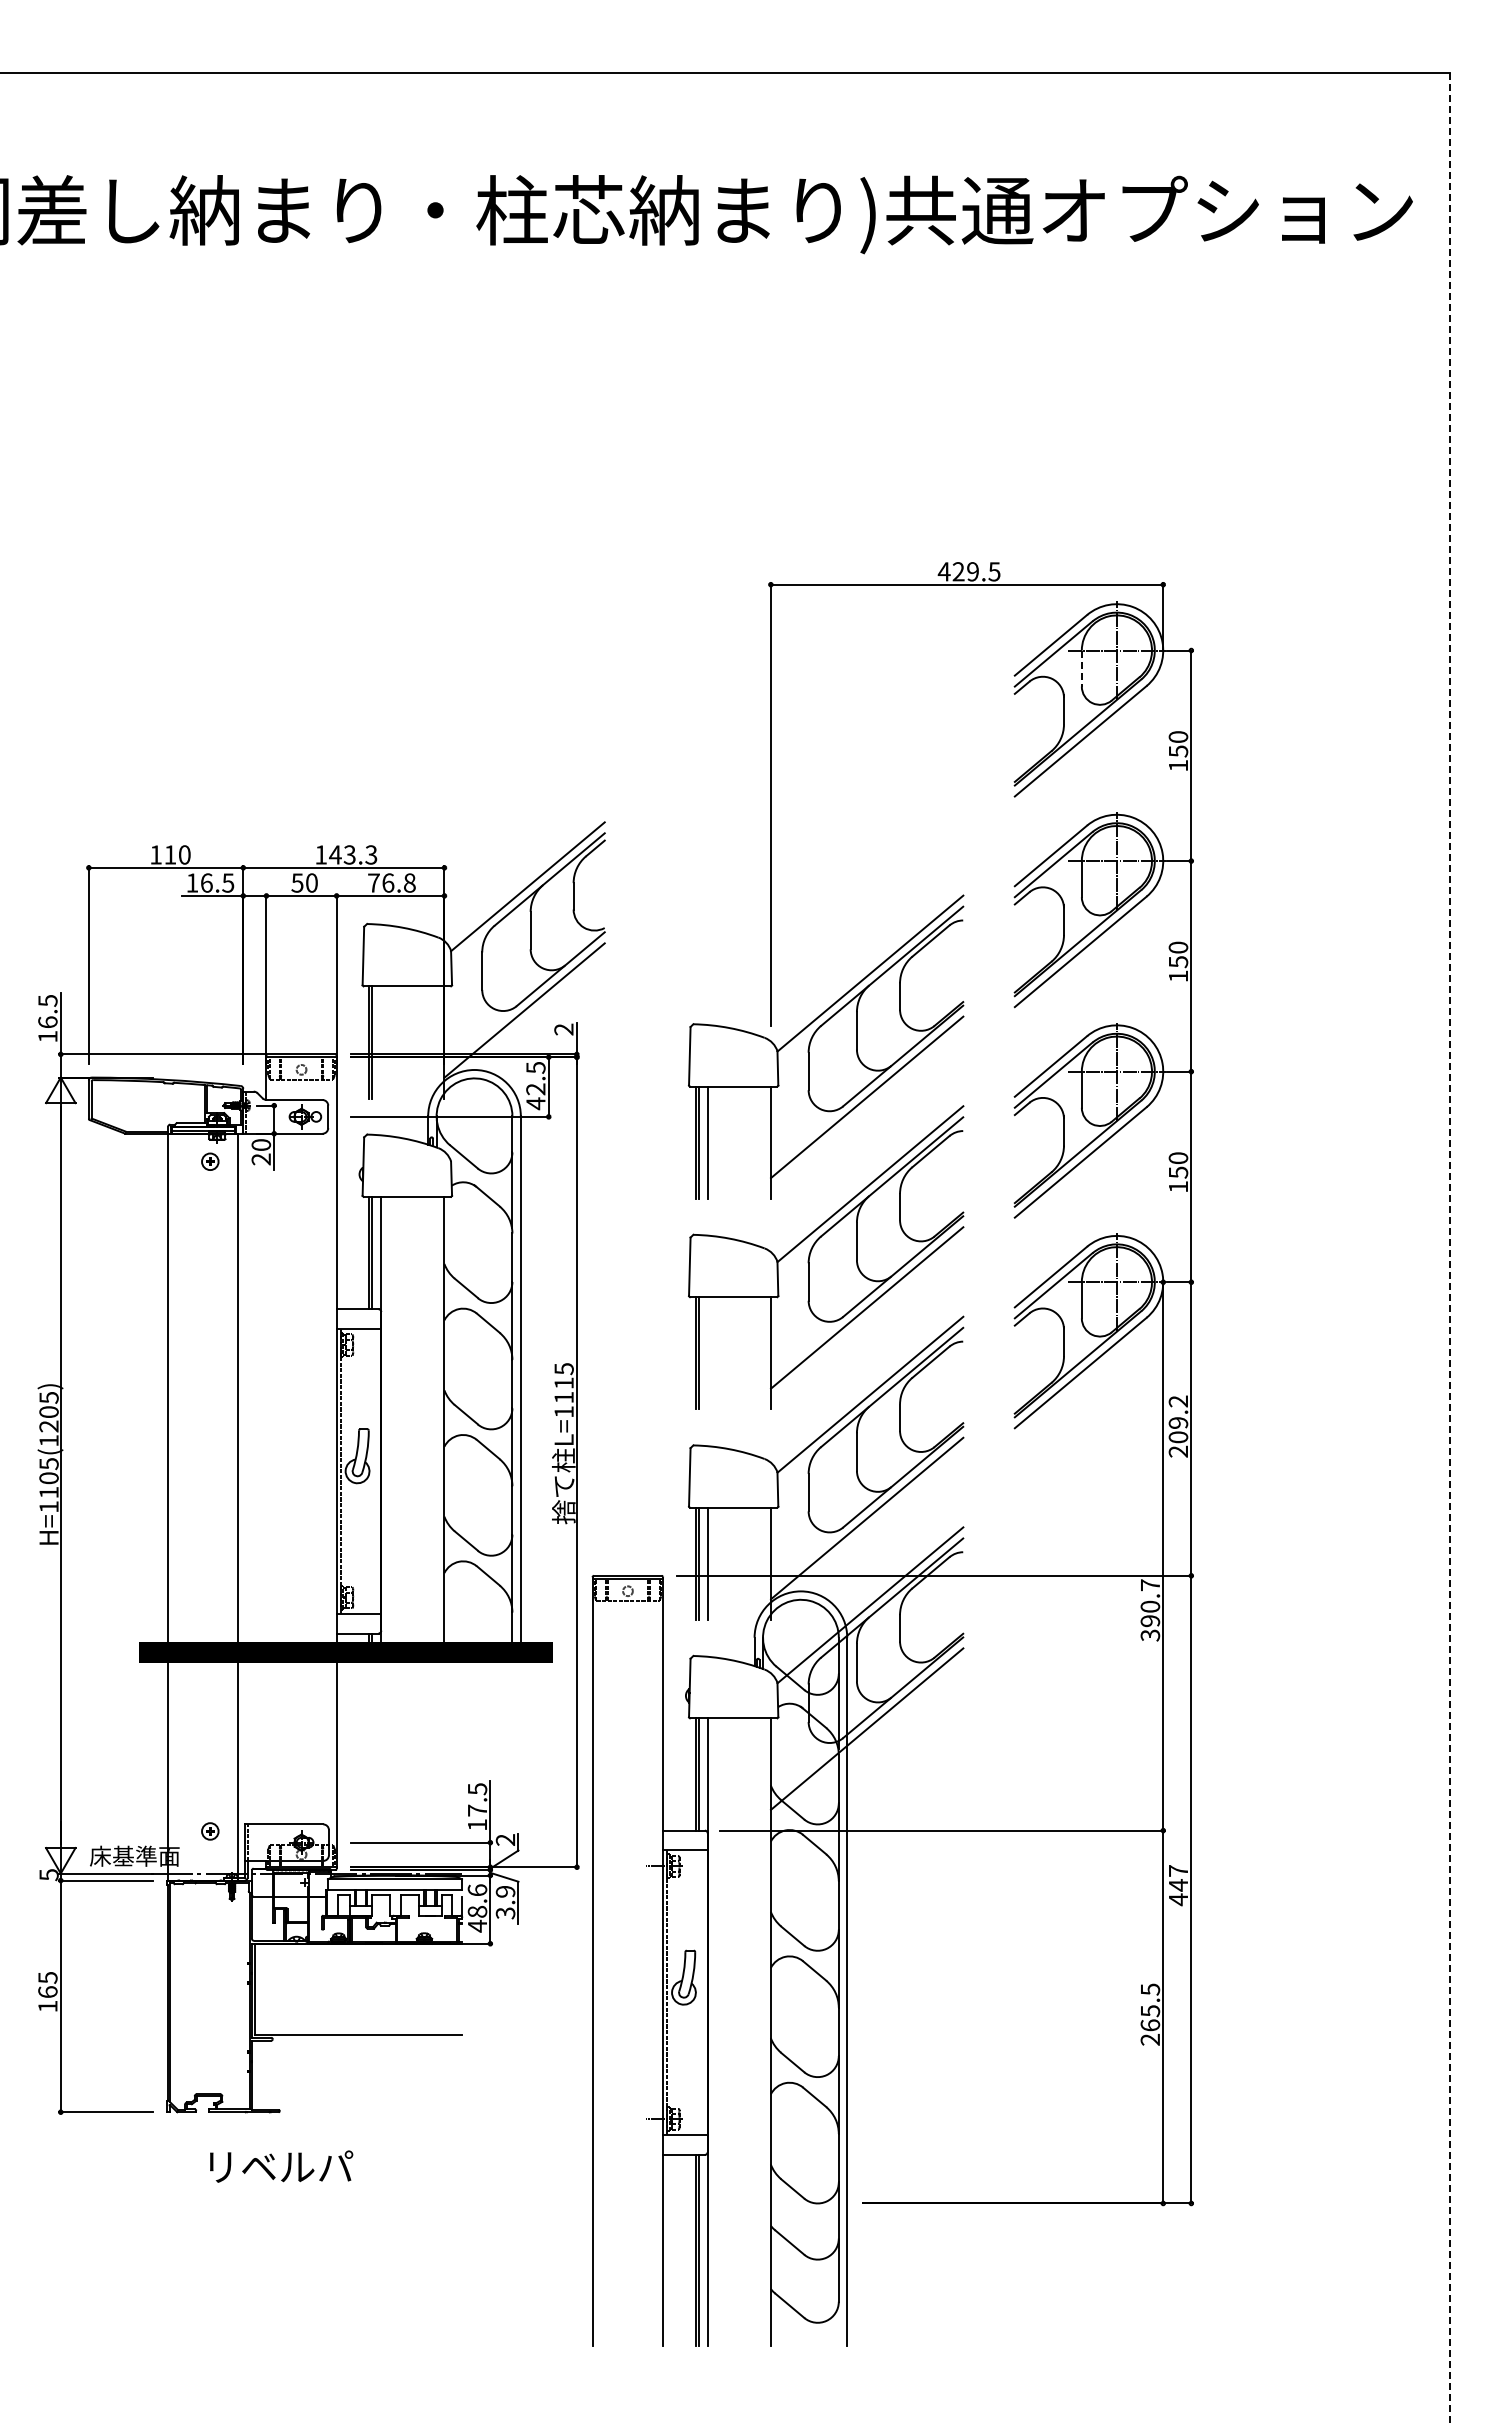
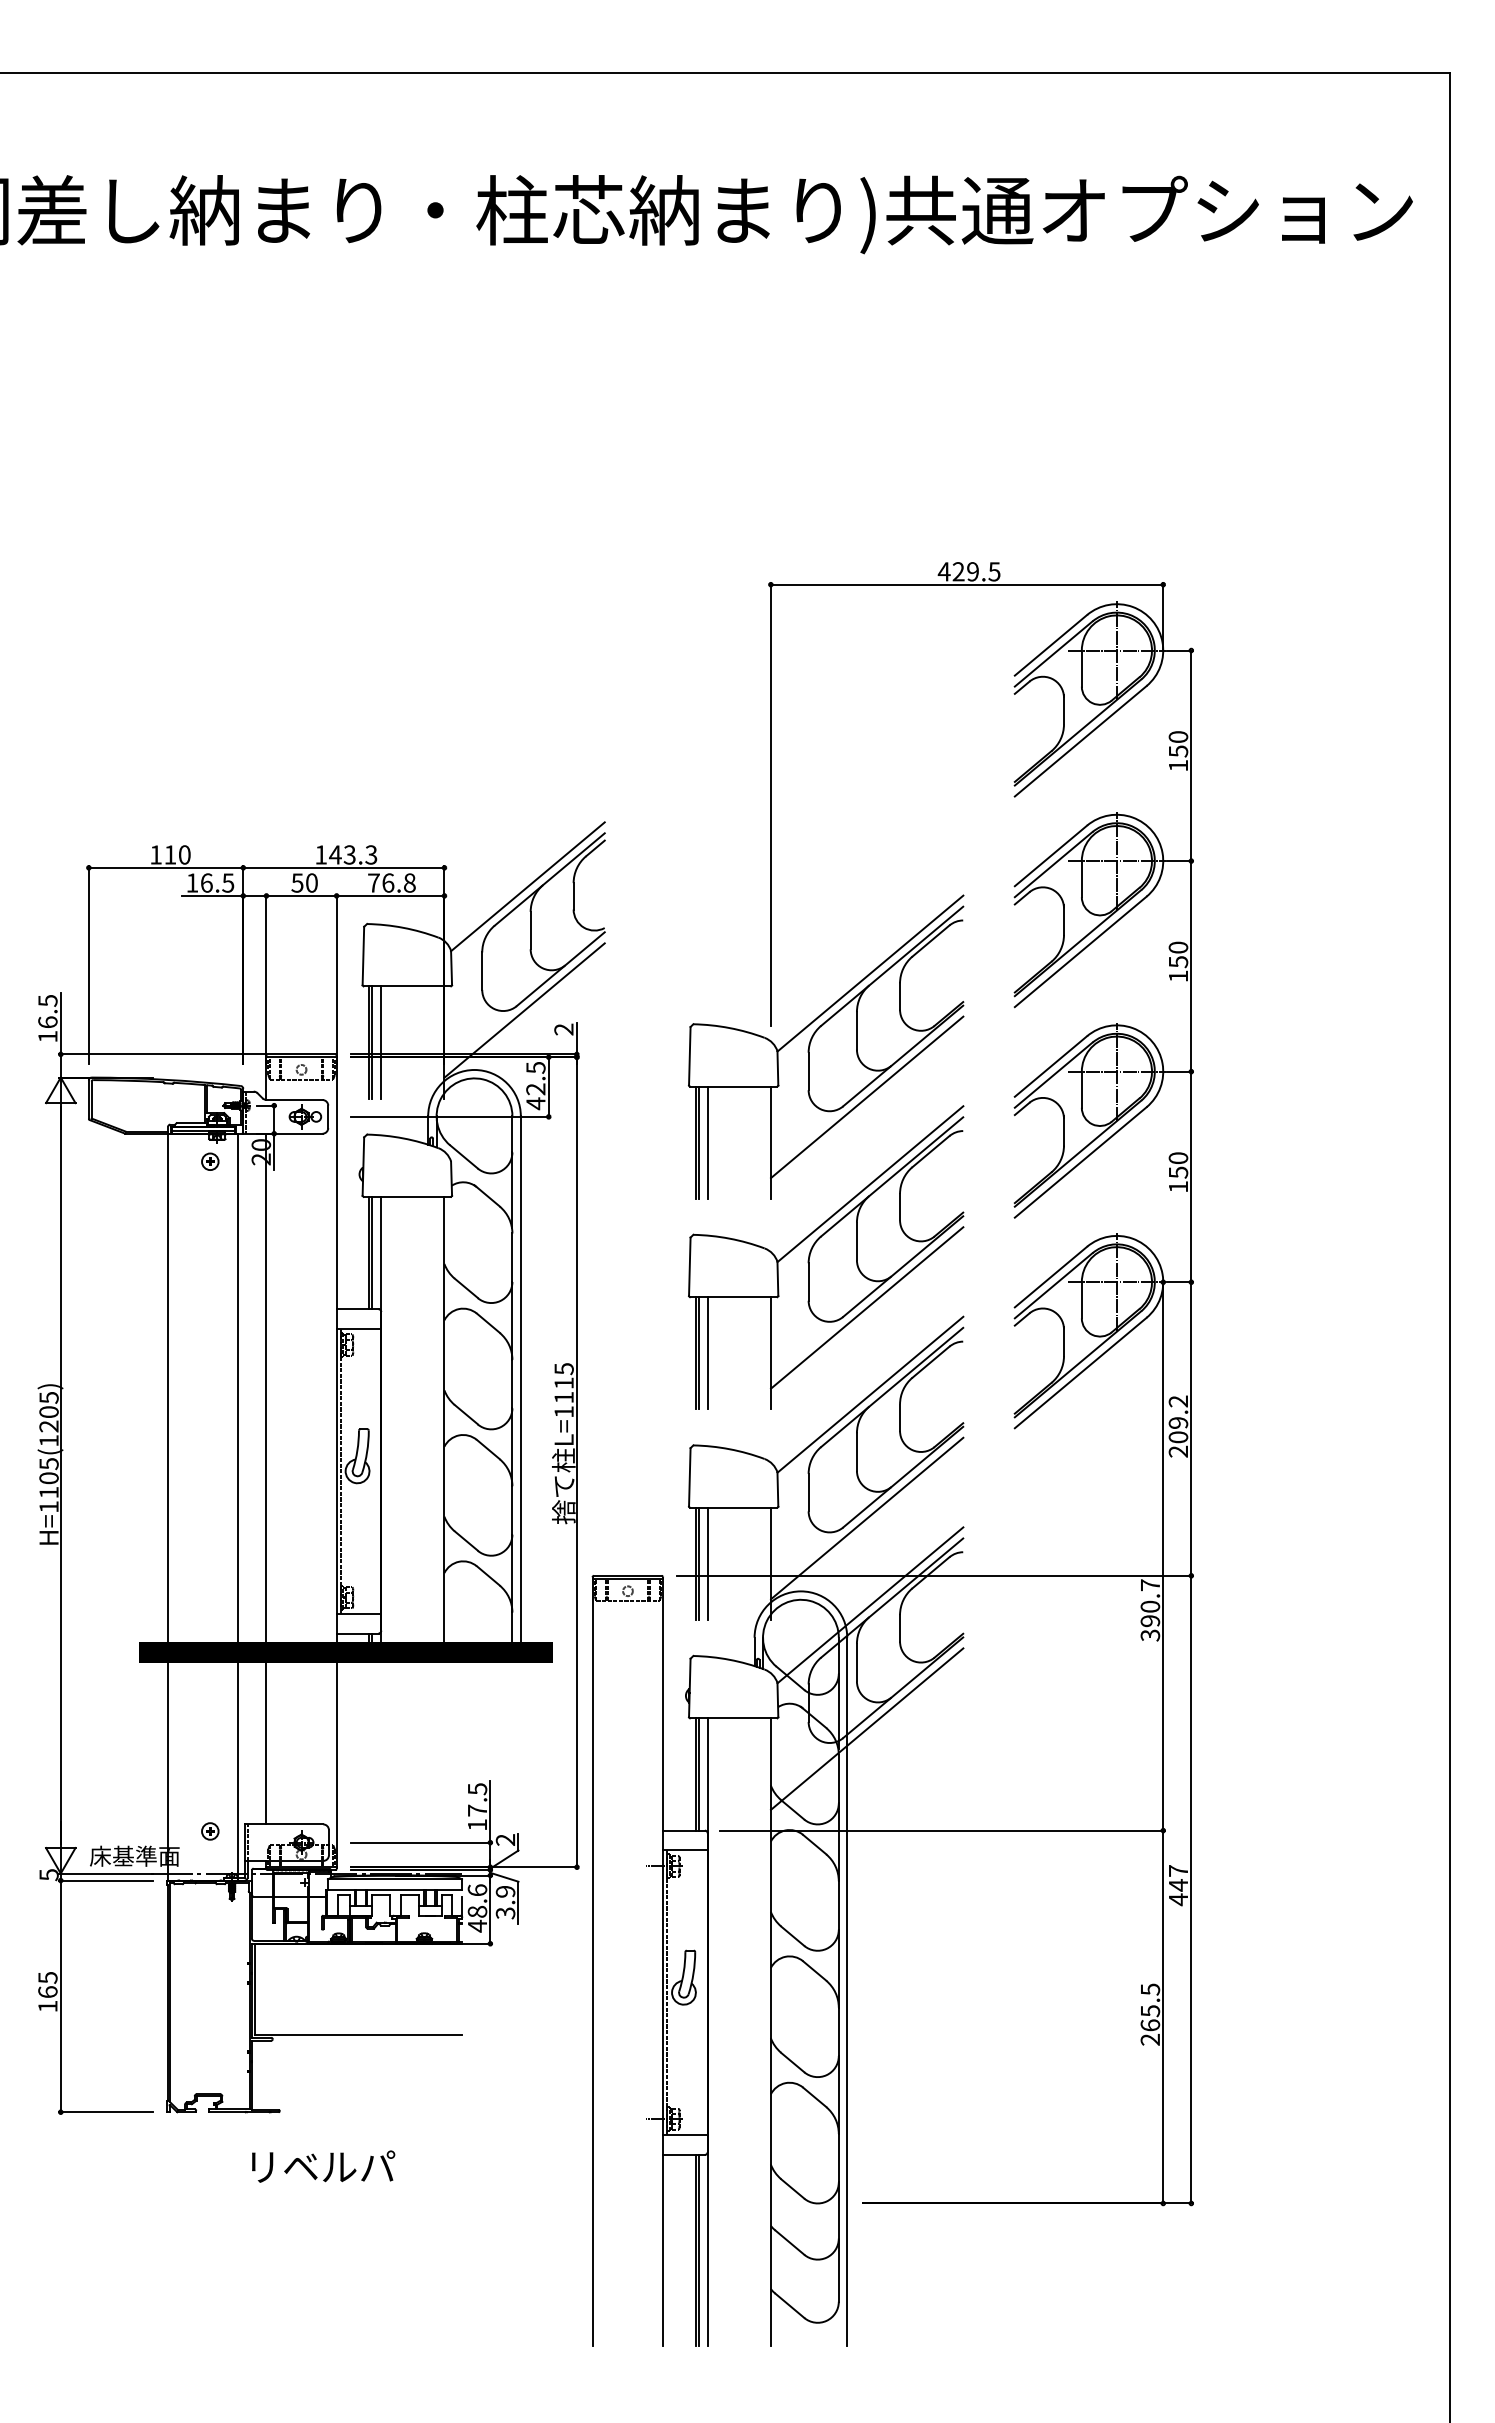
line at (1081, 669): dashed -> solid
line at (381, 1042): none -> present
line at (1450, 1247): dashed -> solid
line at (707, 1353): none -> present
line at (266, 1478): none -> present
text at (281, 2166) position: (281, 2166) -> (323, 2166)
